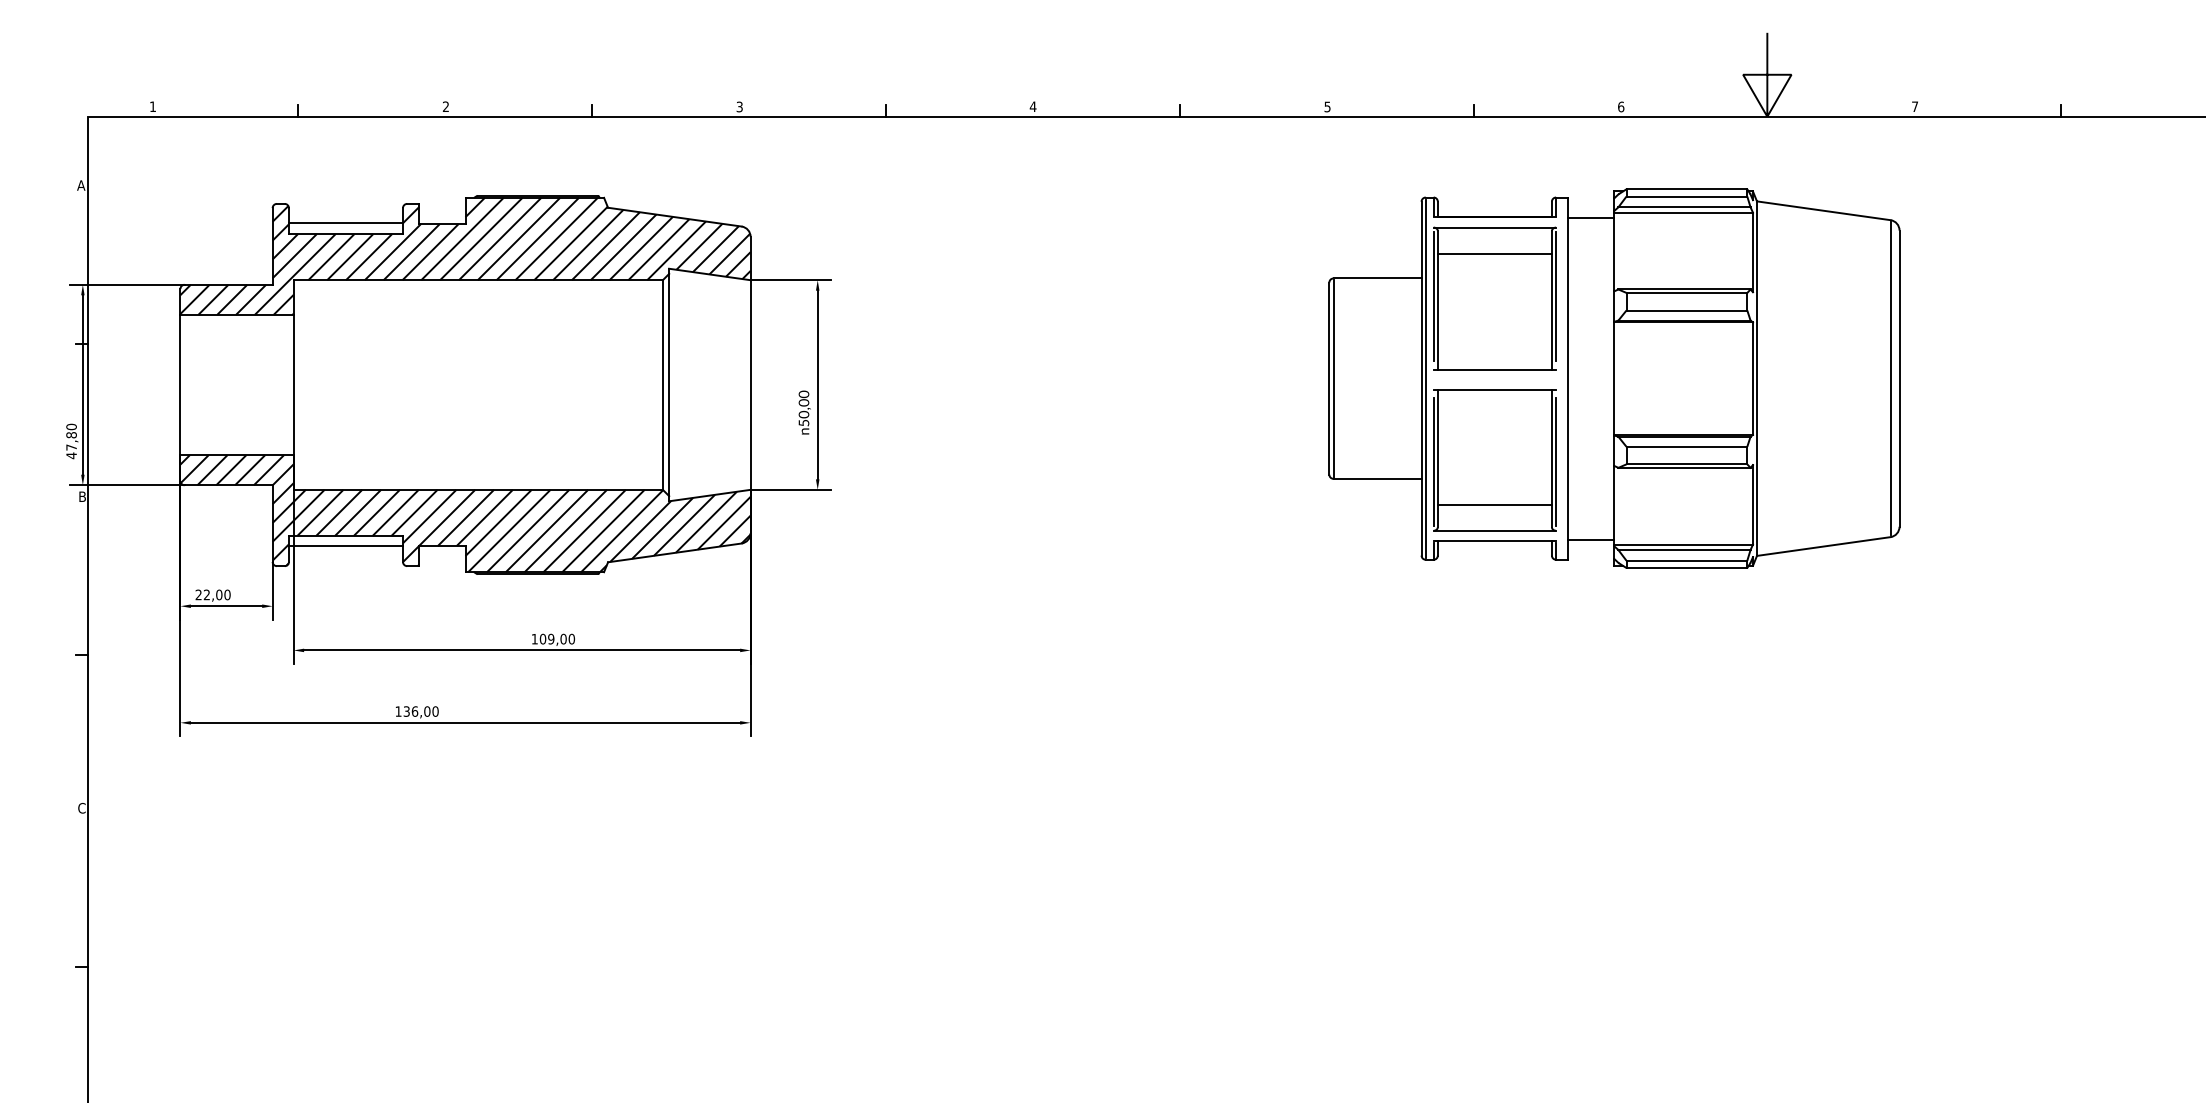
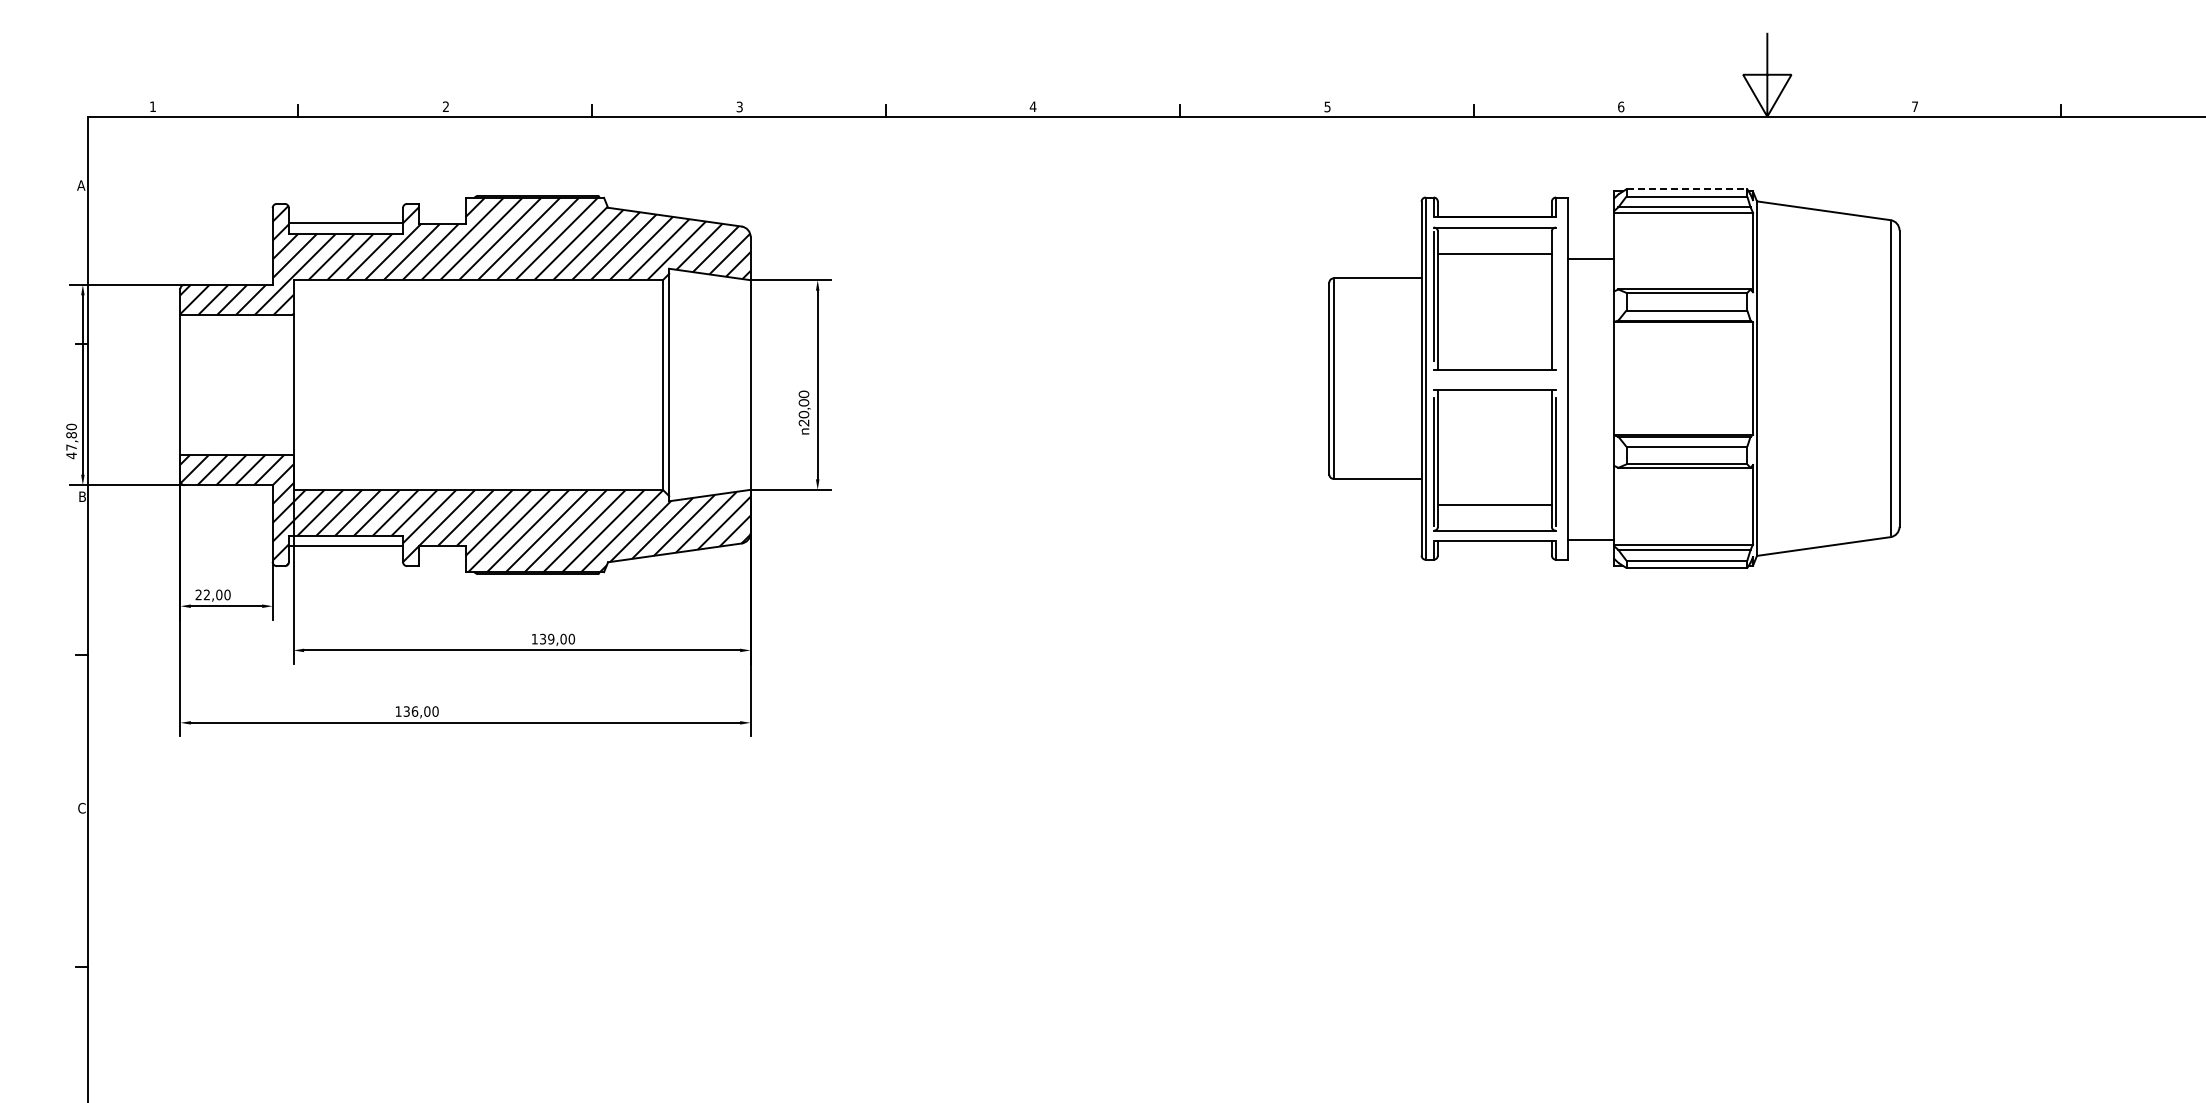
line at (1687, 189): solid -> dashed
line at (1591, 217) position: (1591, 217) -> (1591, 258)
line at (1556, 296): present -> none
text at (803, 422): 50,00 -> 20,00
text at (542, 638): 109,00 -> 139,00
